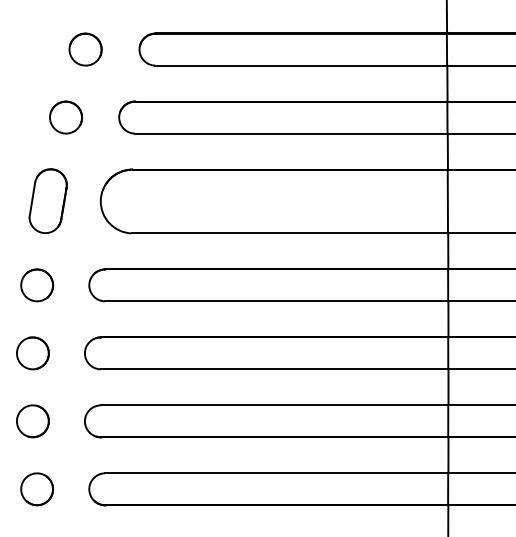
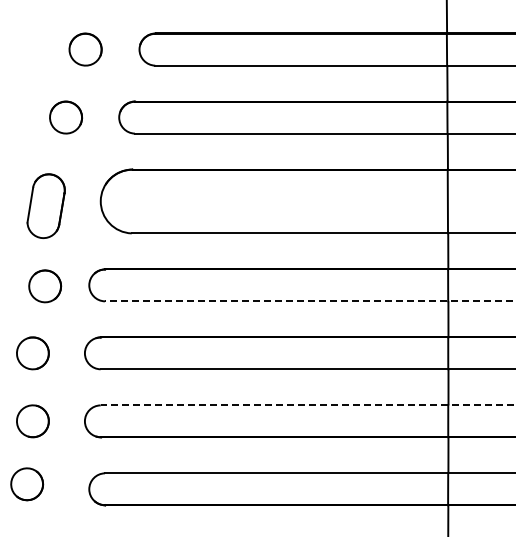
part at (47, 200) position: (47, 200) -> (45, 205)
part at (37, 285) position: (37, 285) -> (45, 286)
line at (309, 301): solid -> dashed
line at (307, 405): solid -> dashed
part at (37, 489) position: (37, 489) -> (27, 484)
